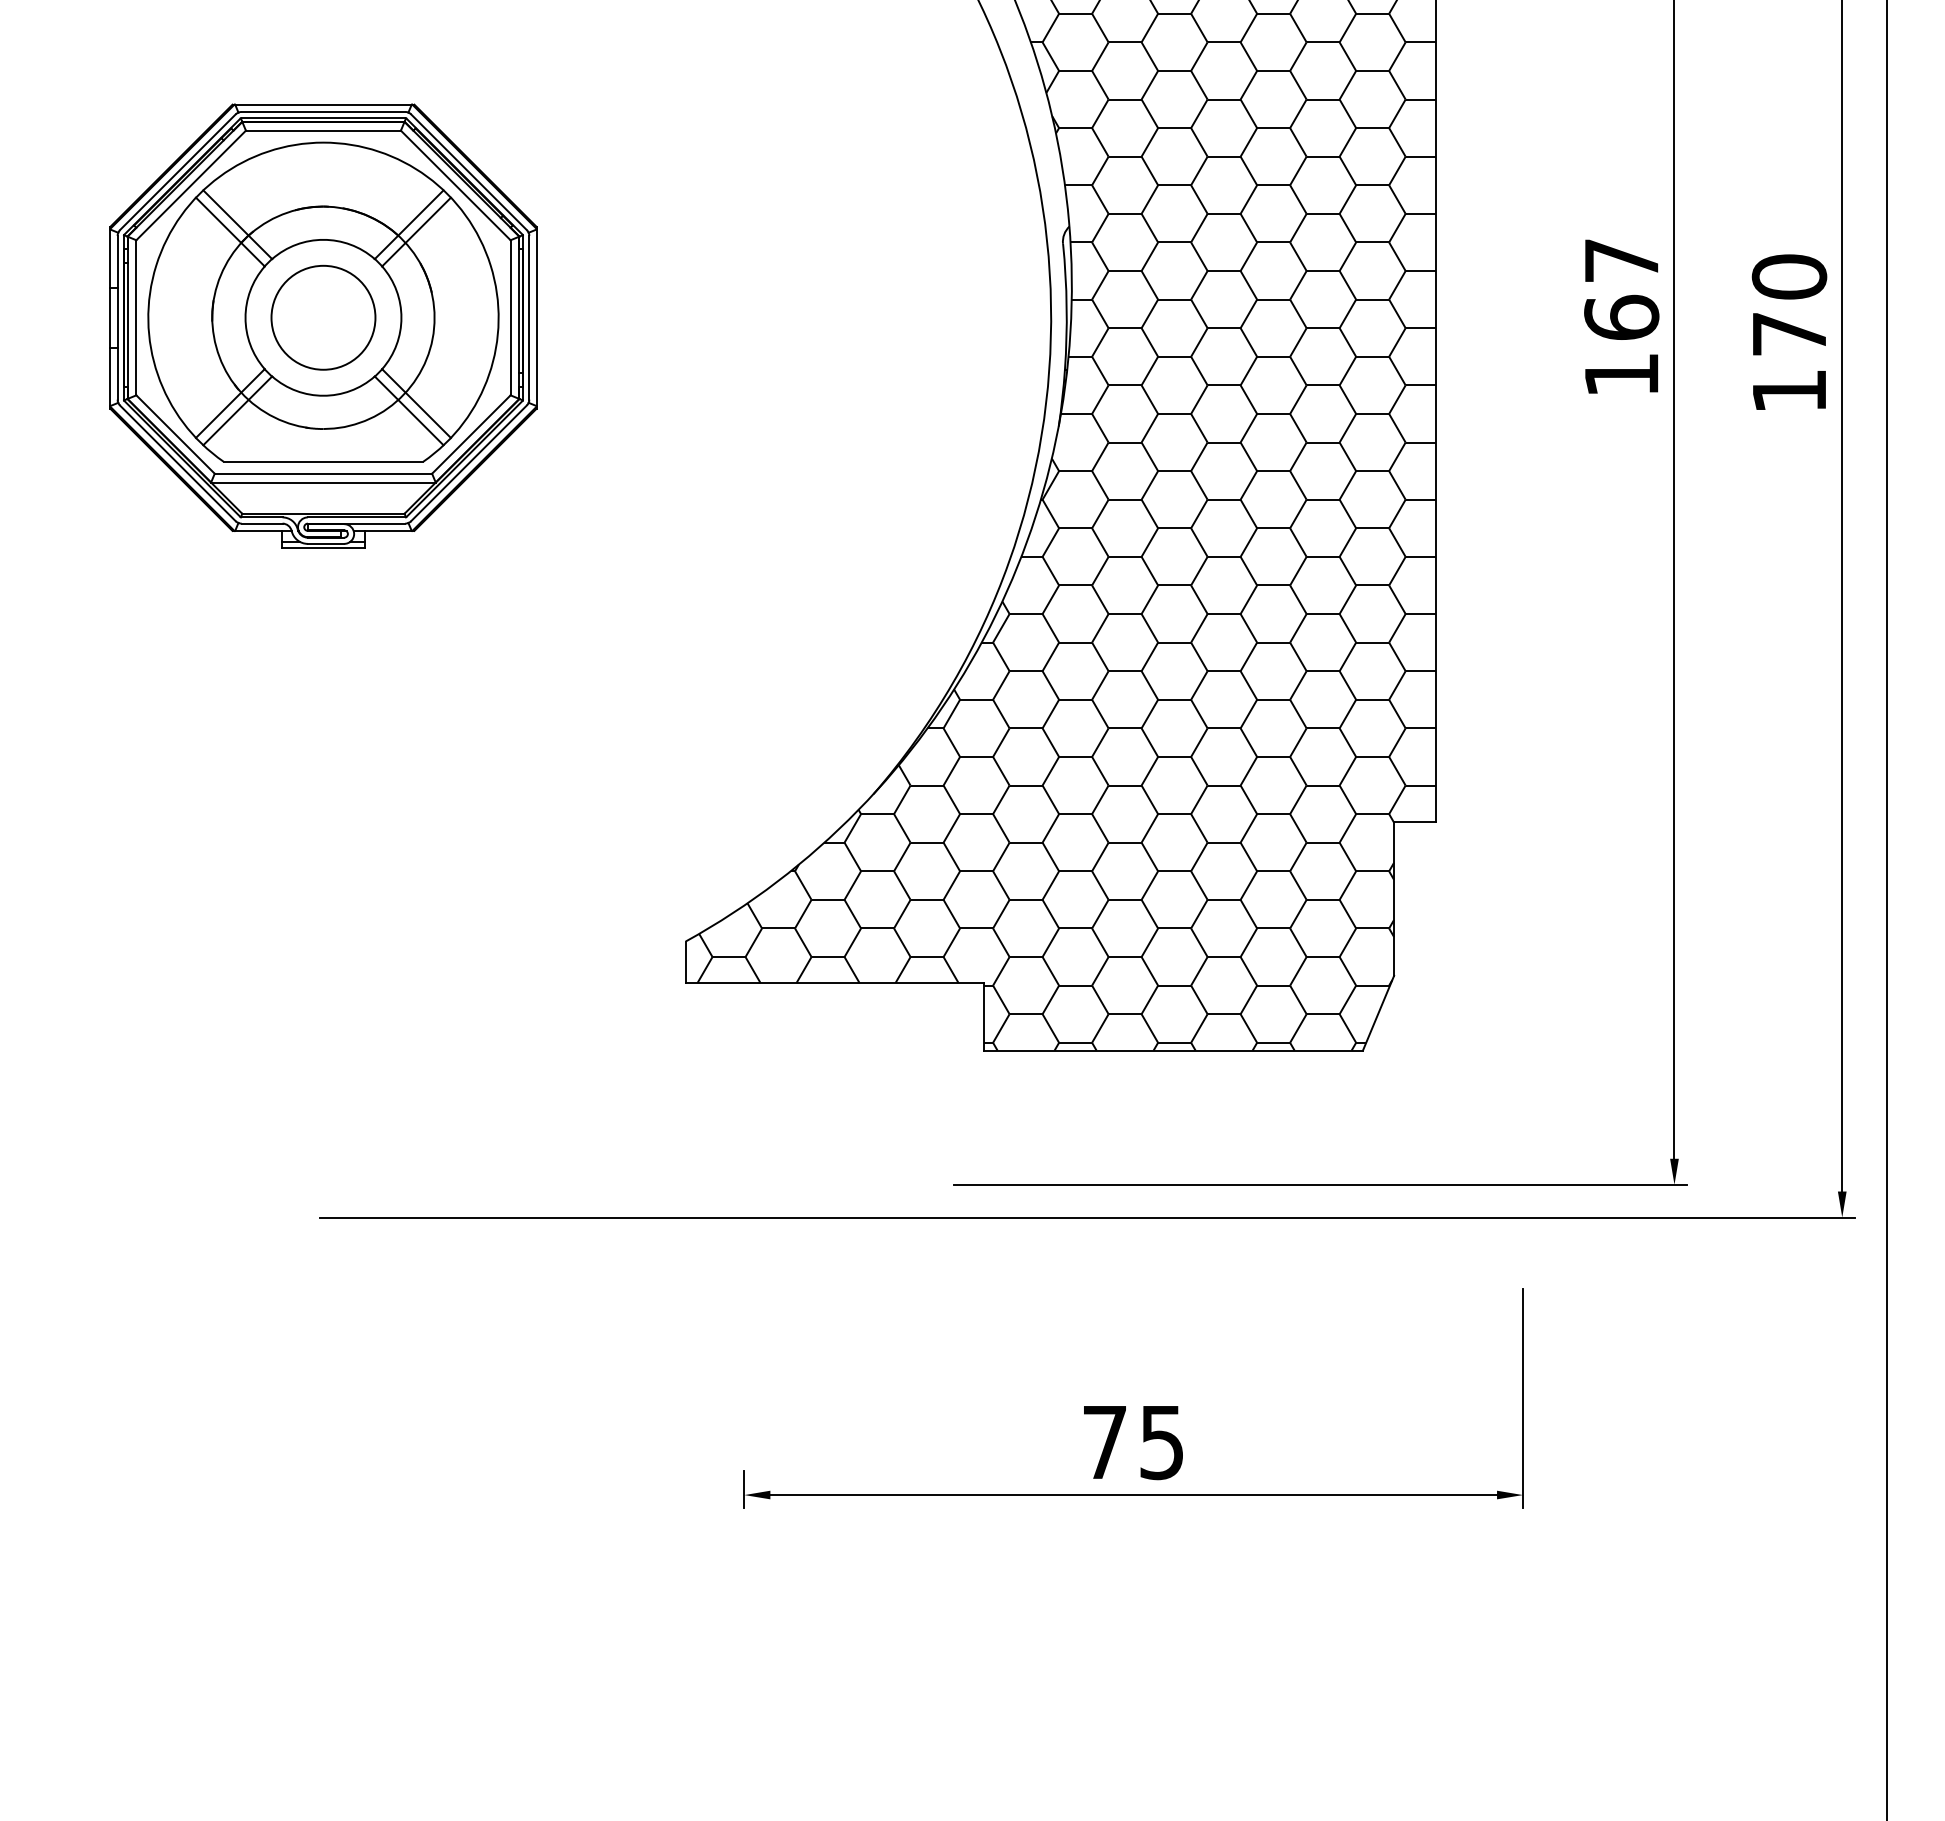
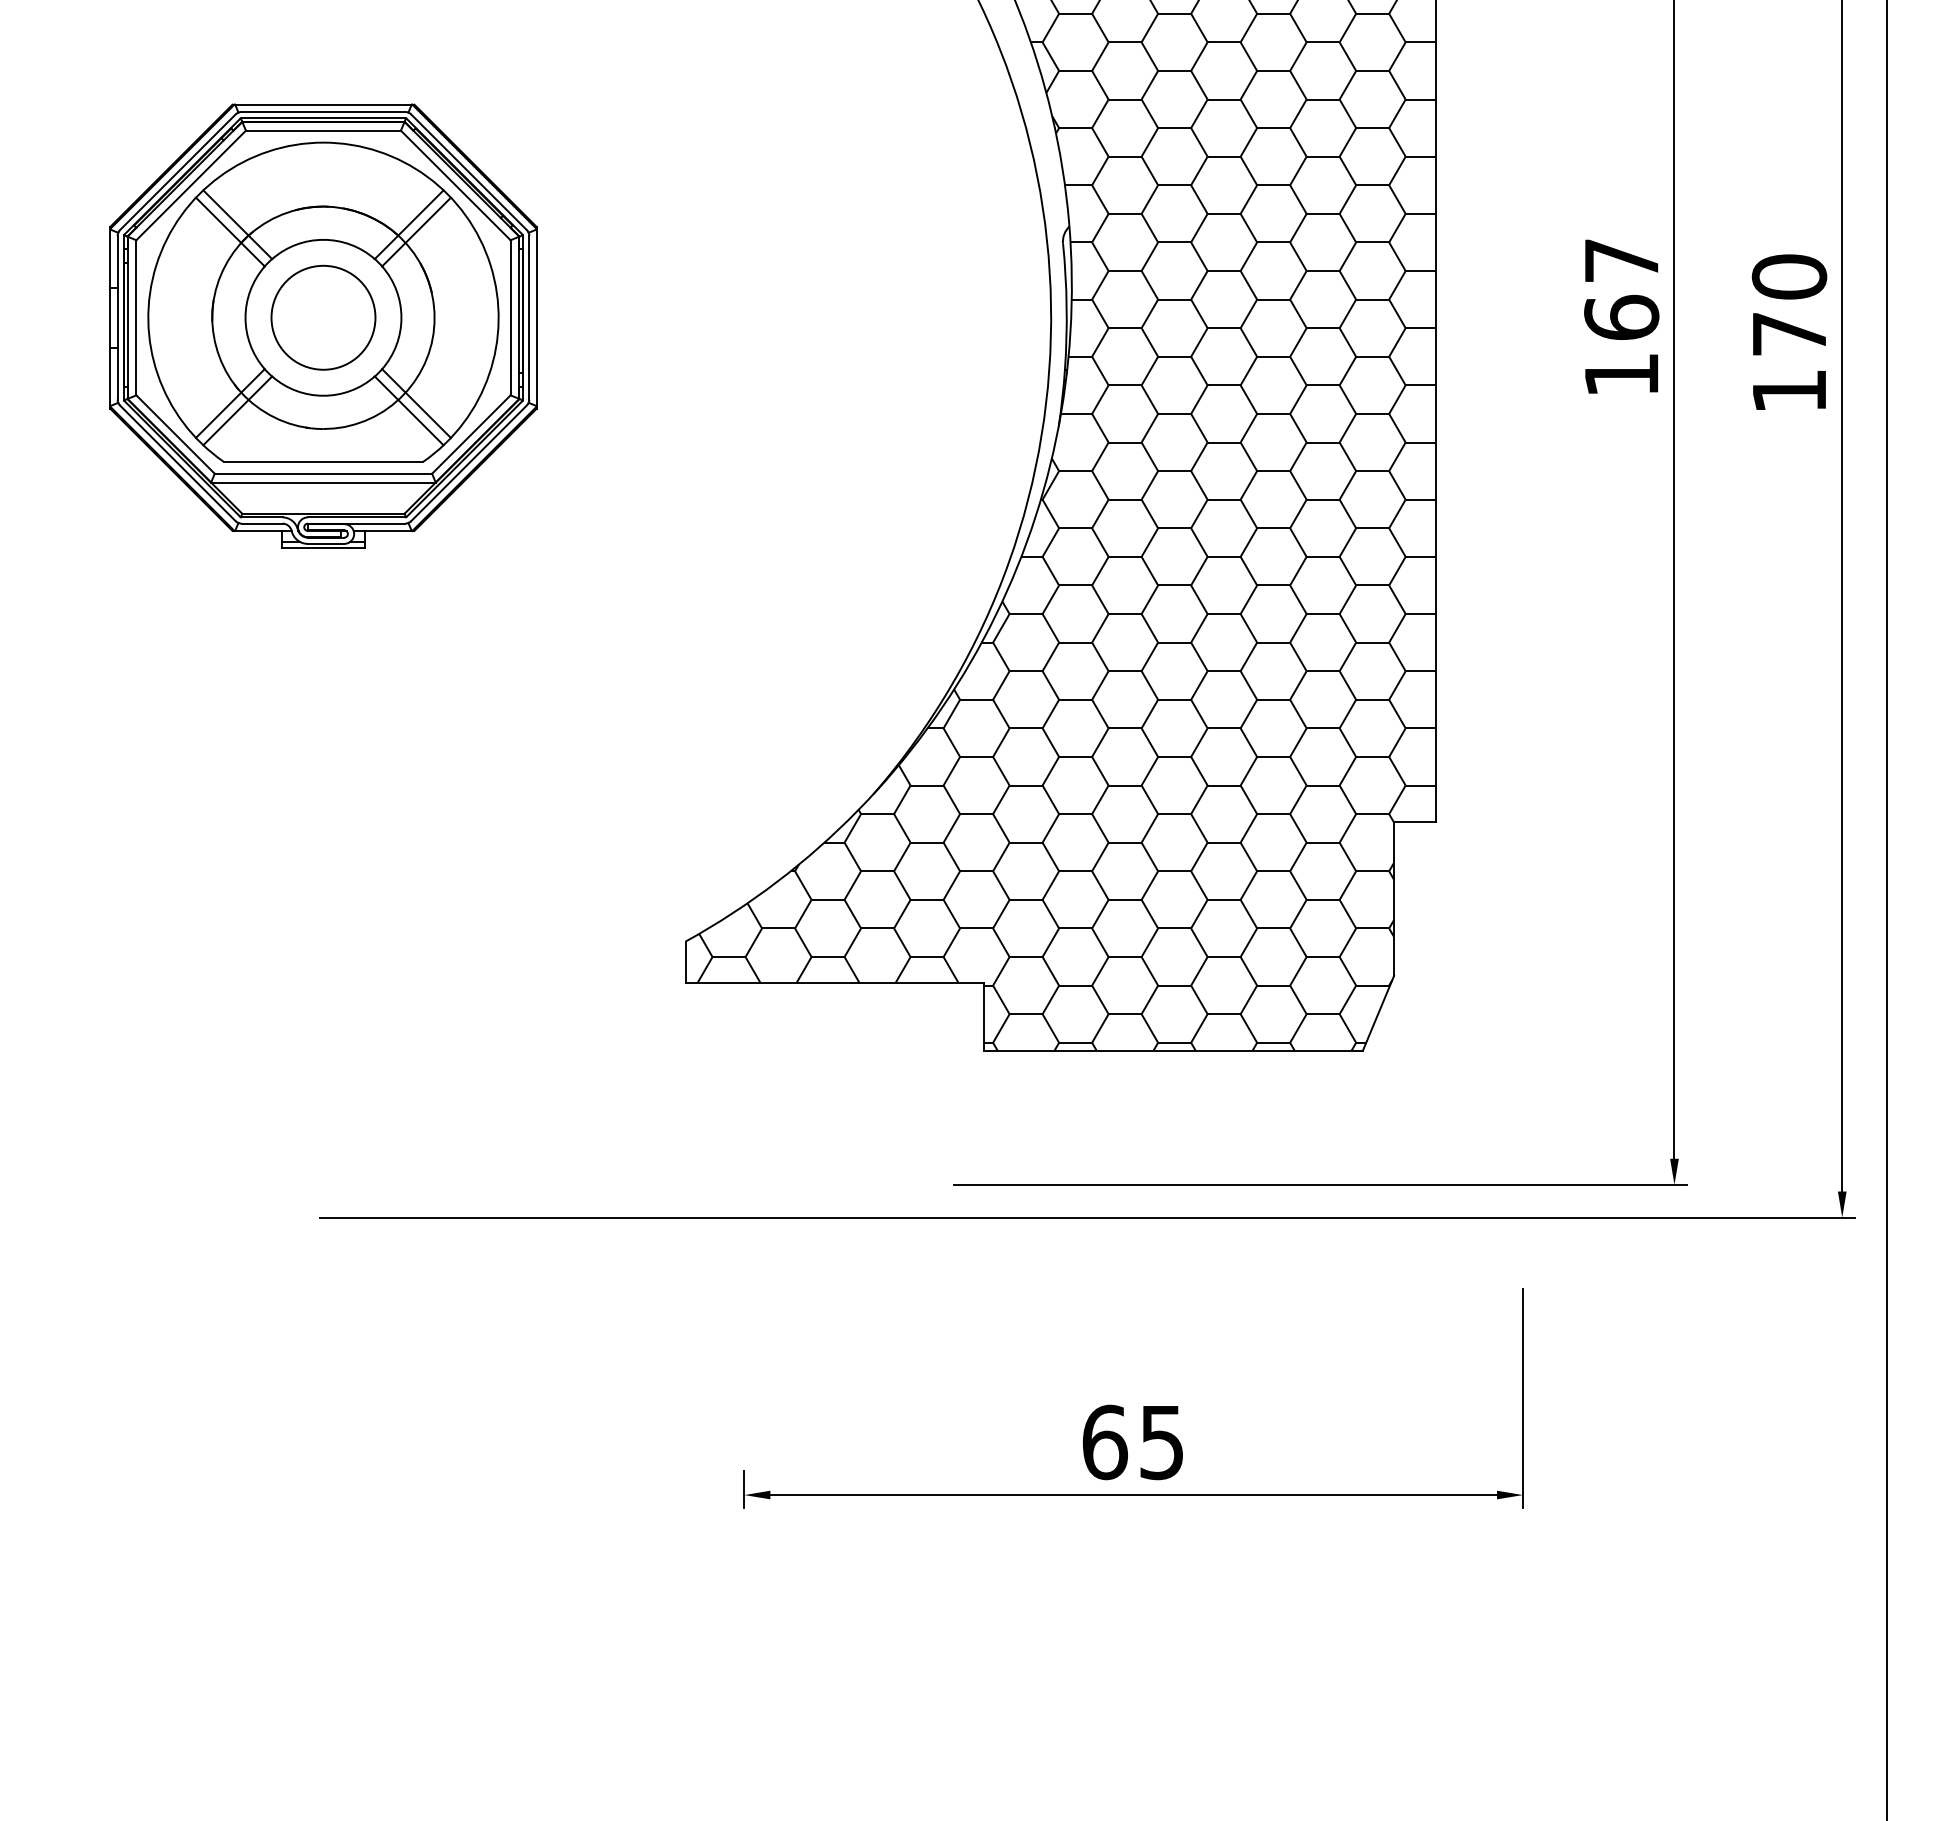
text at (1105, 1442): 75 -> 65
